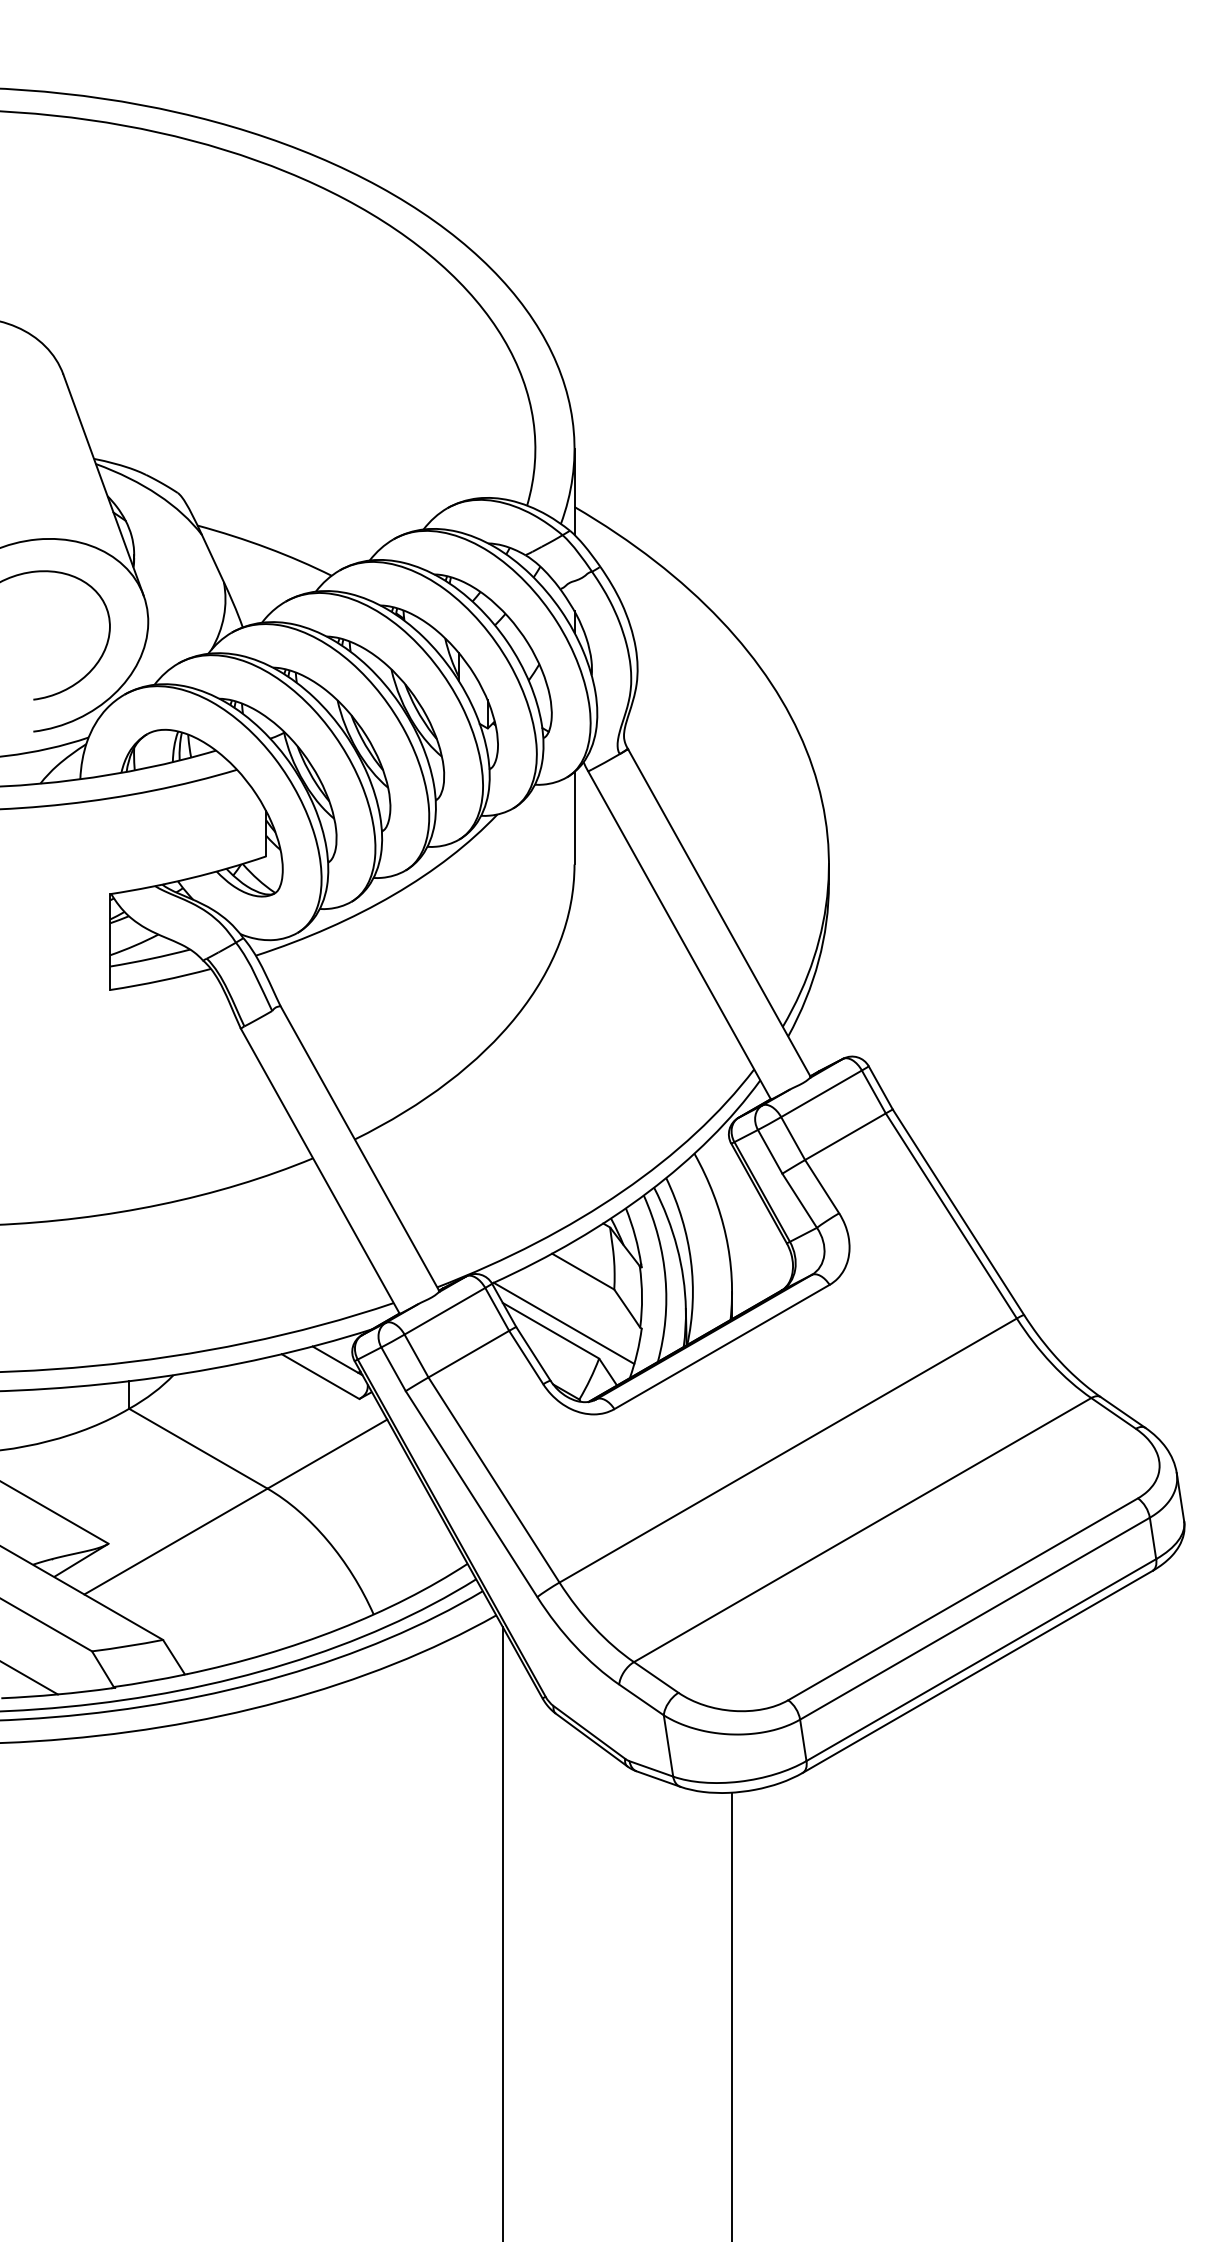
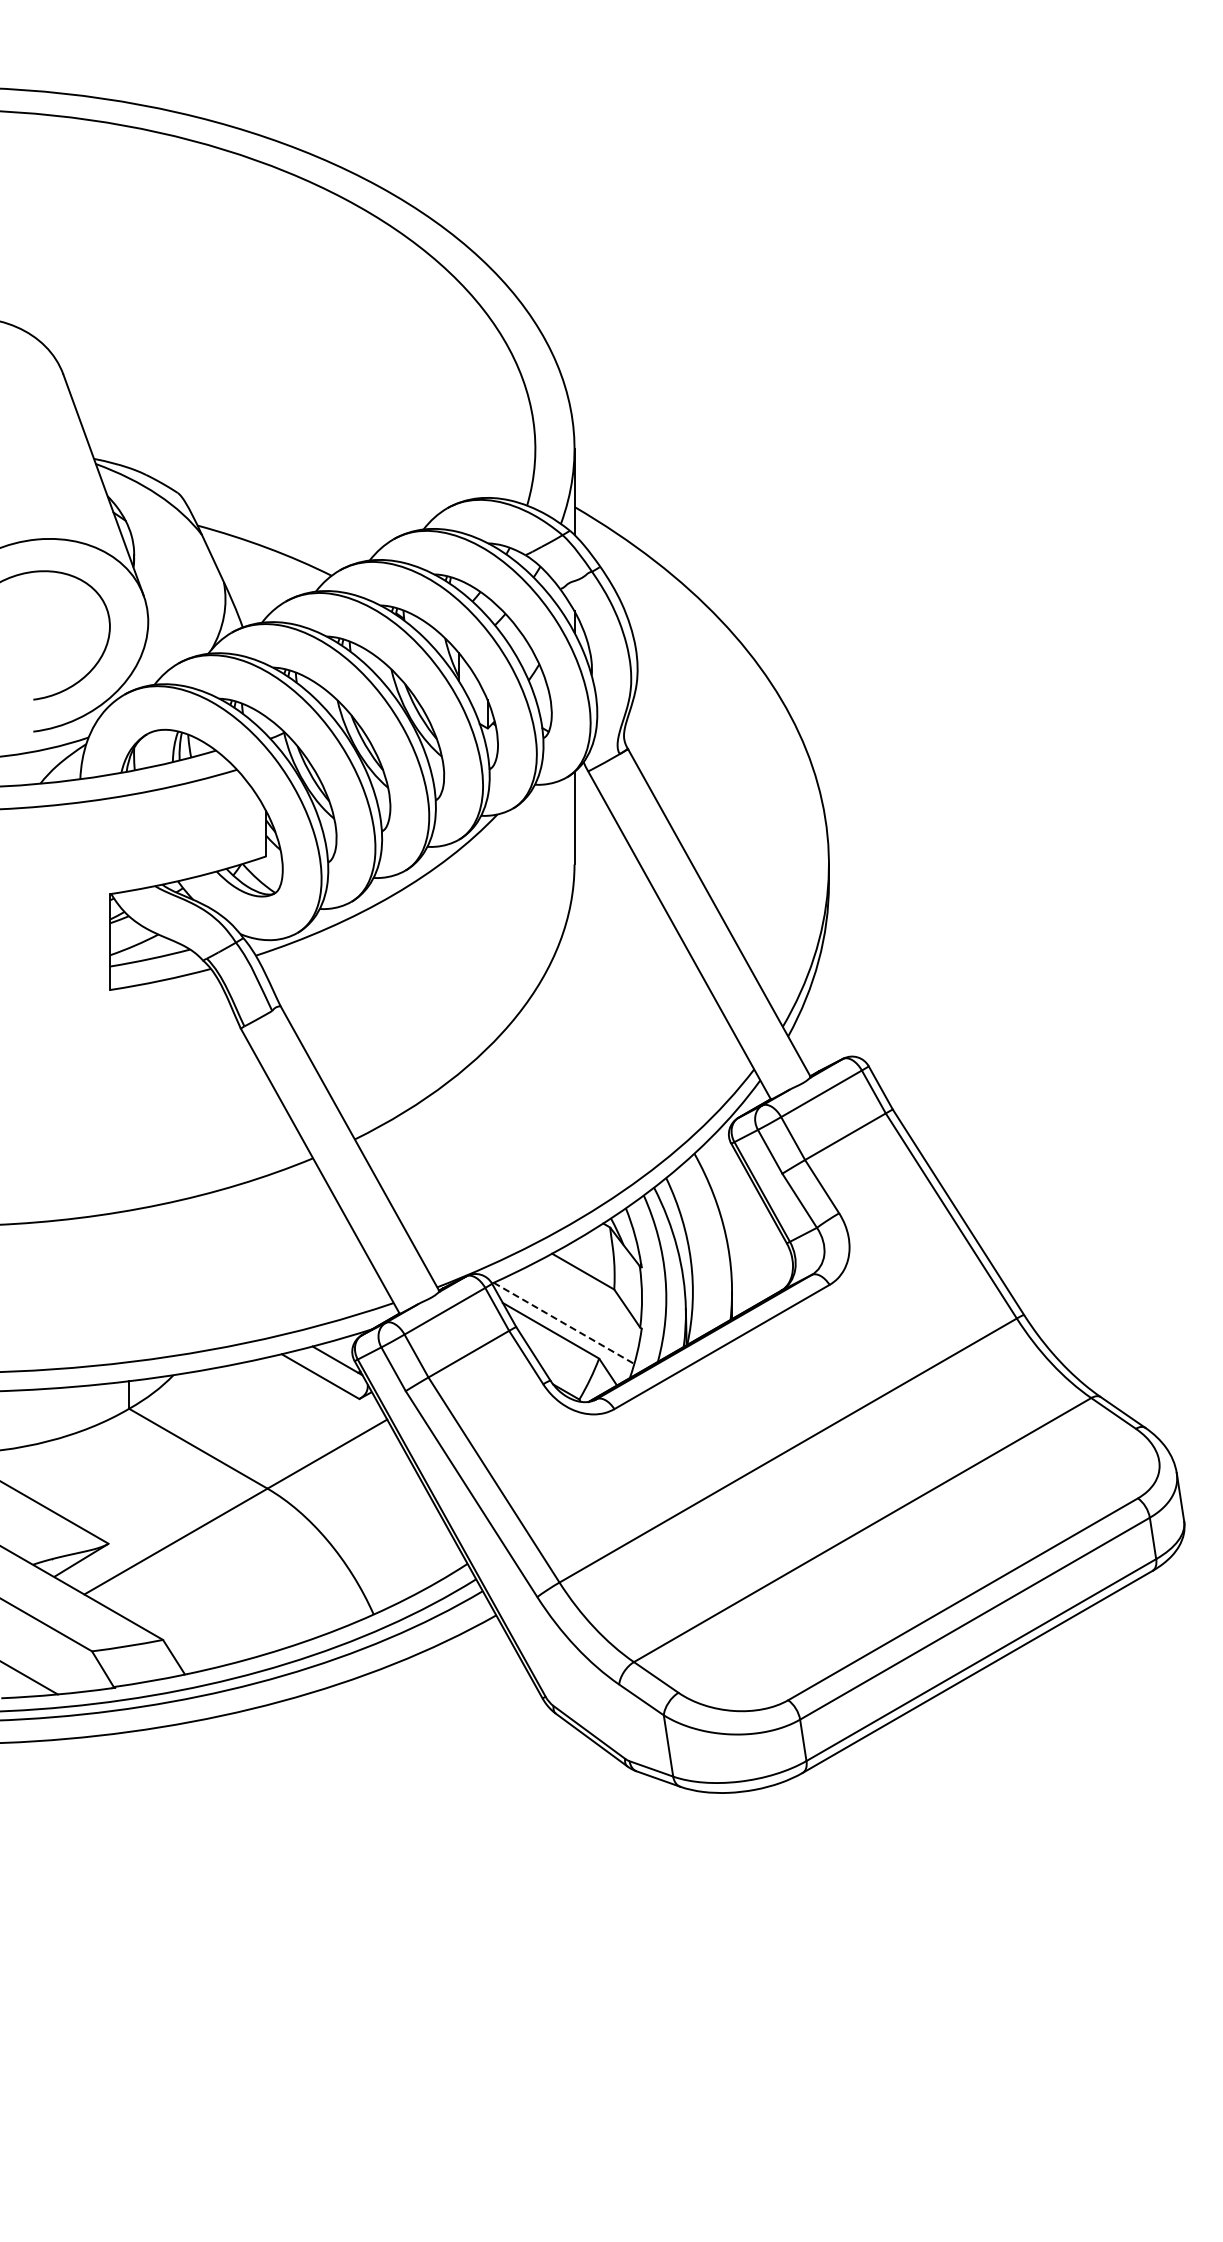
line at (564, 1323): solid -> dashed
line at (502, 1932): present -> none
line at (732, 2015): present -> none
